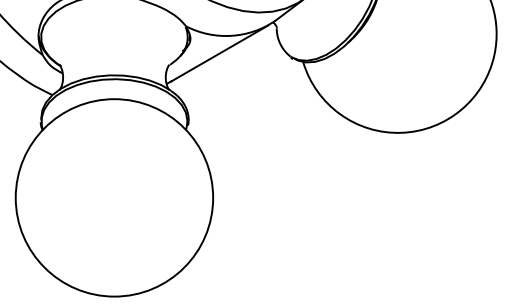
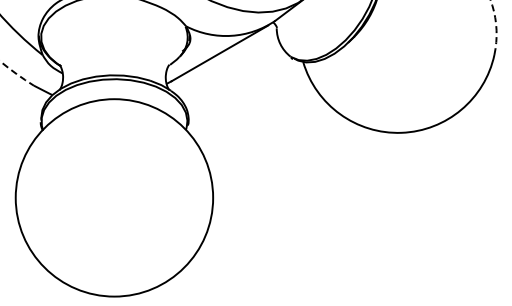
arc at (496, 26): solid -> dashed
arc at (16, 74): solid -> dashed
